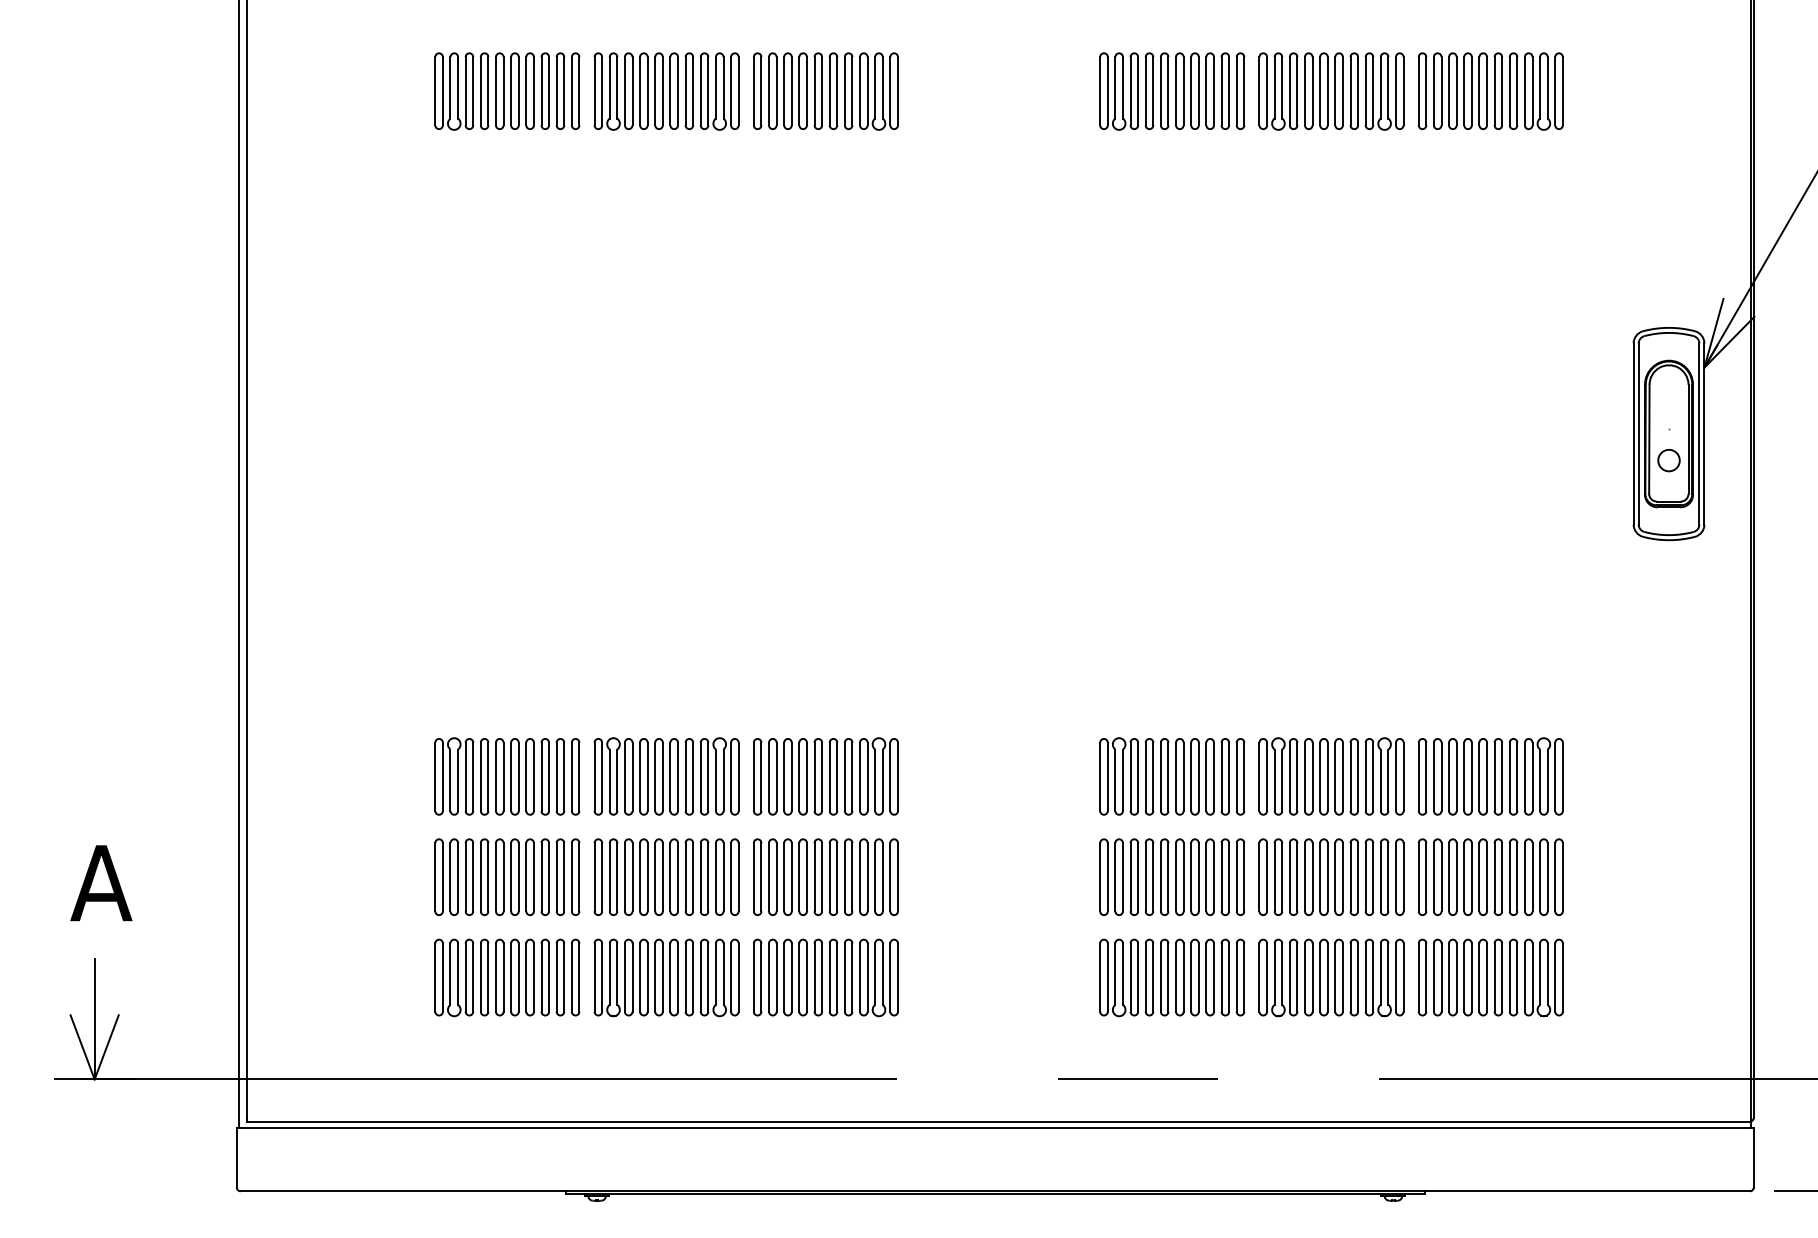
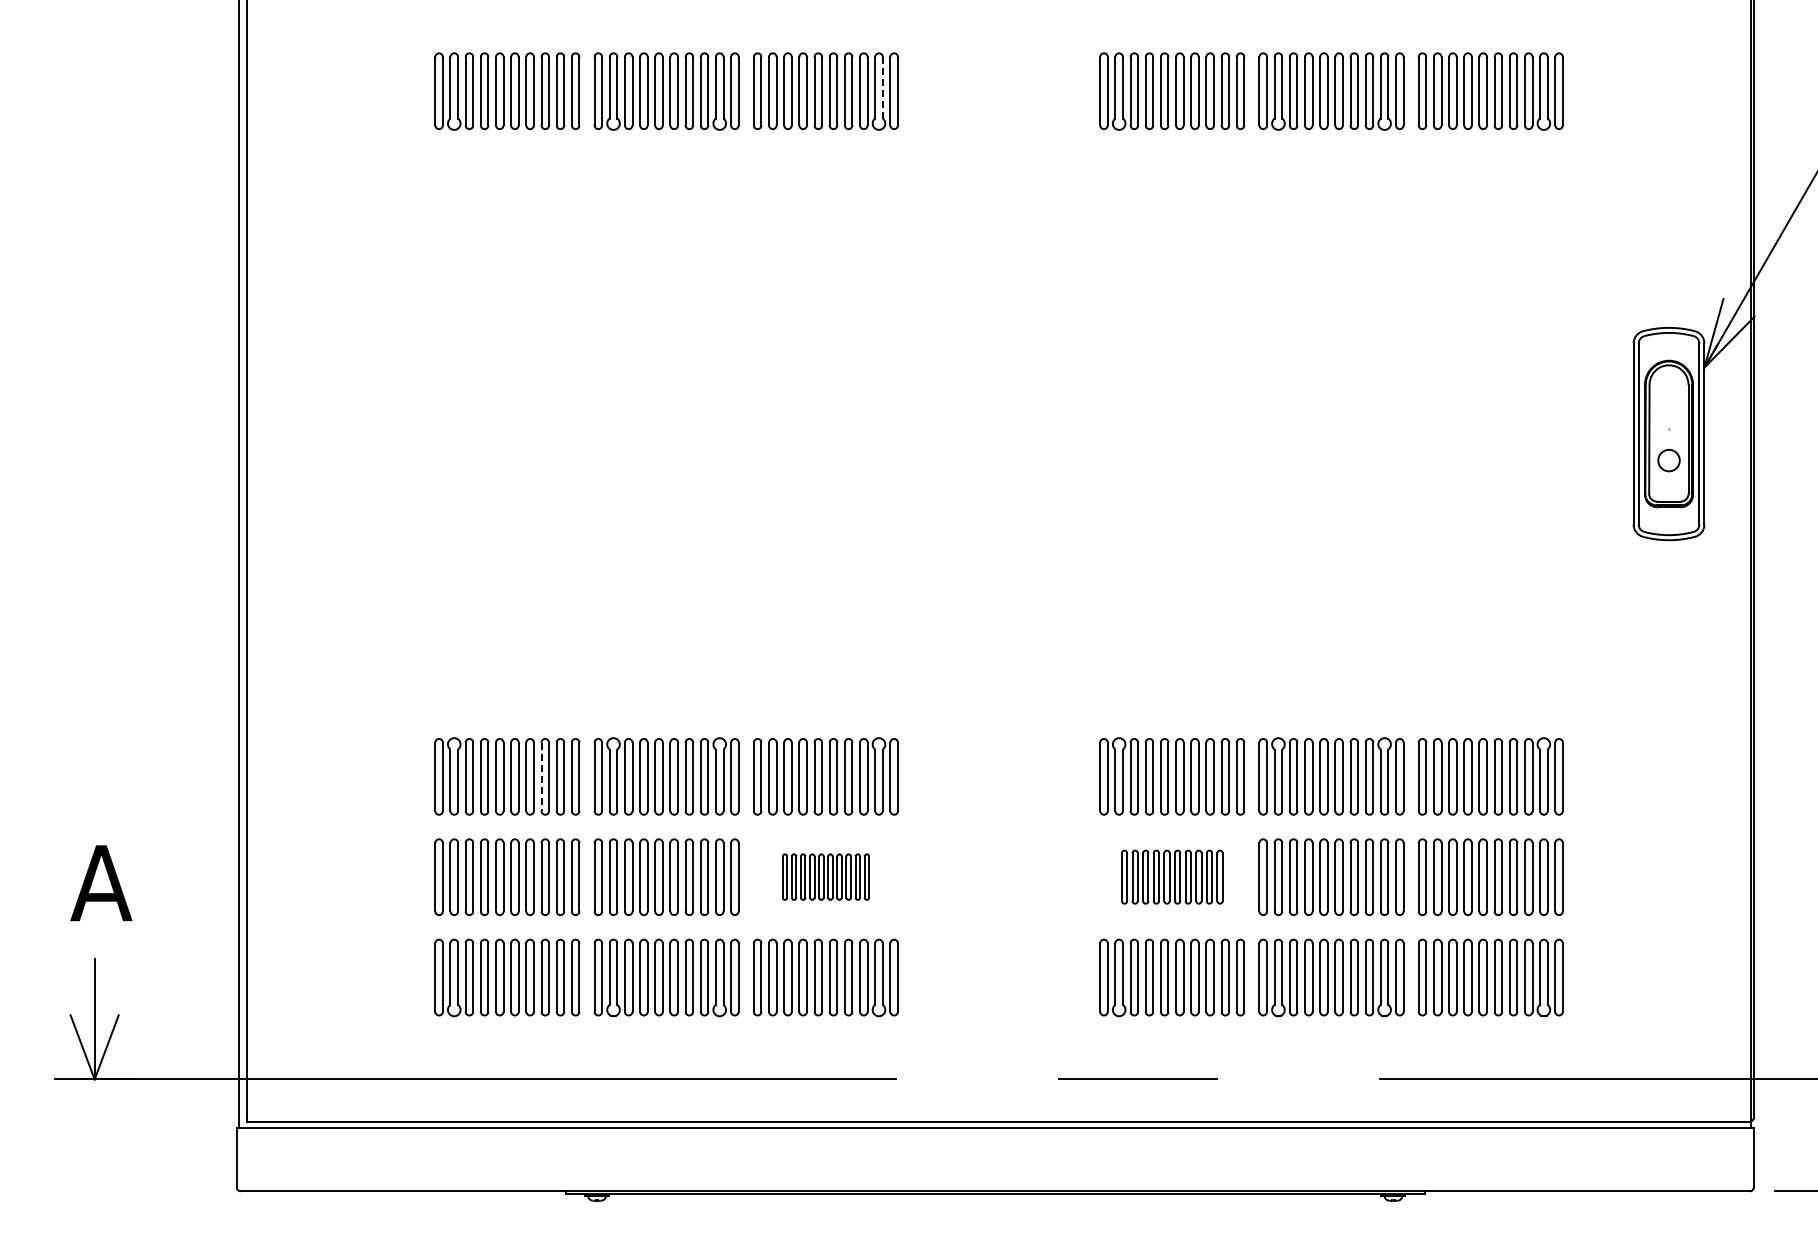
line at (882, 87): solid -> dashed
line at (541, 777): solid -> dashed
part at (825, 876) size: 146x78 px -> 89x48 px
part at (1172, 876) size: 147x78 px -> 103x56 px
